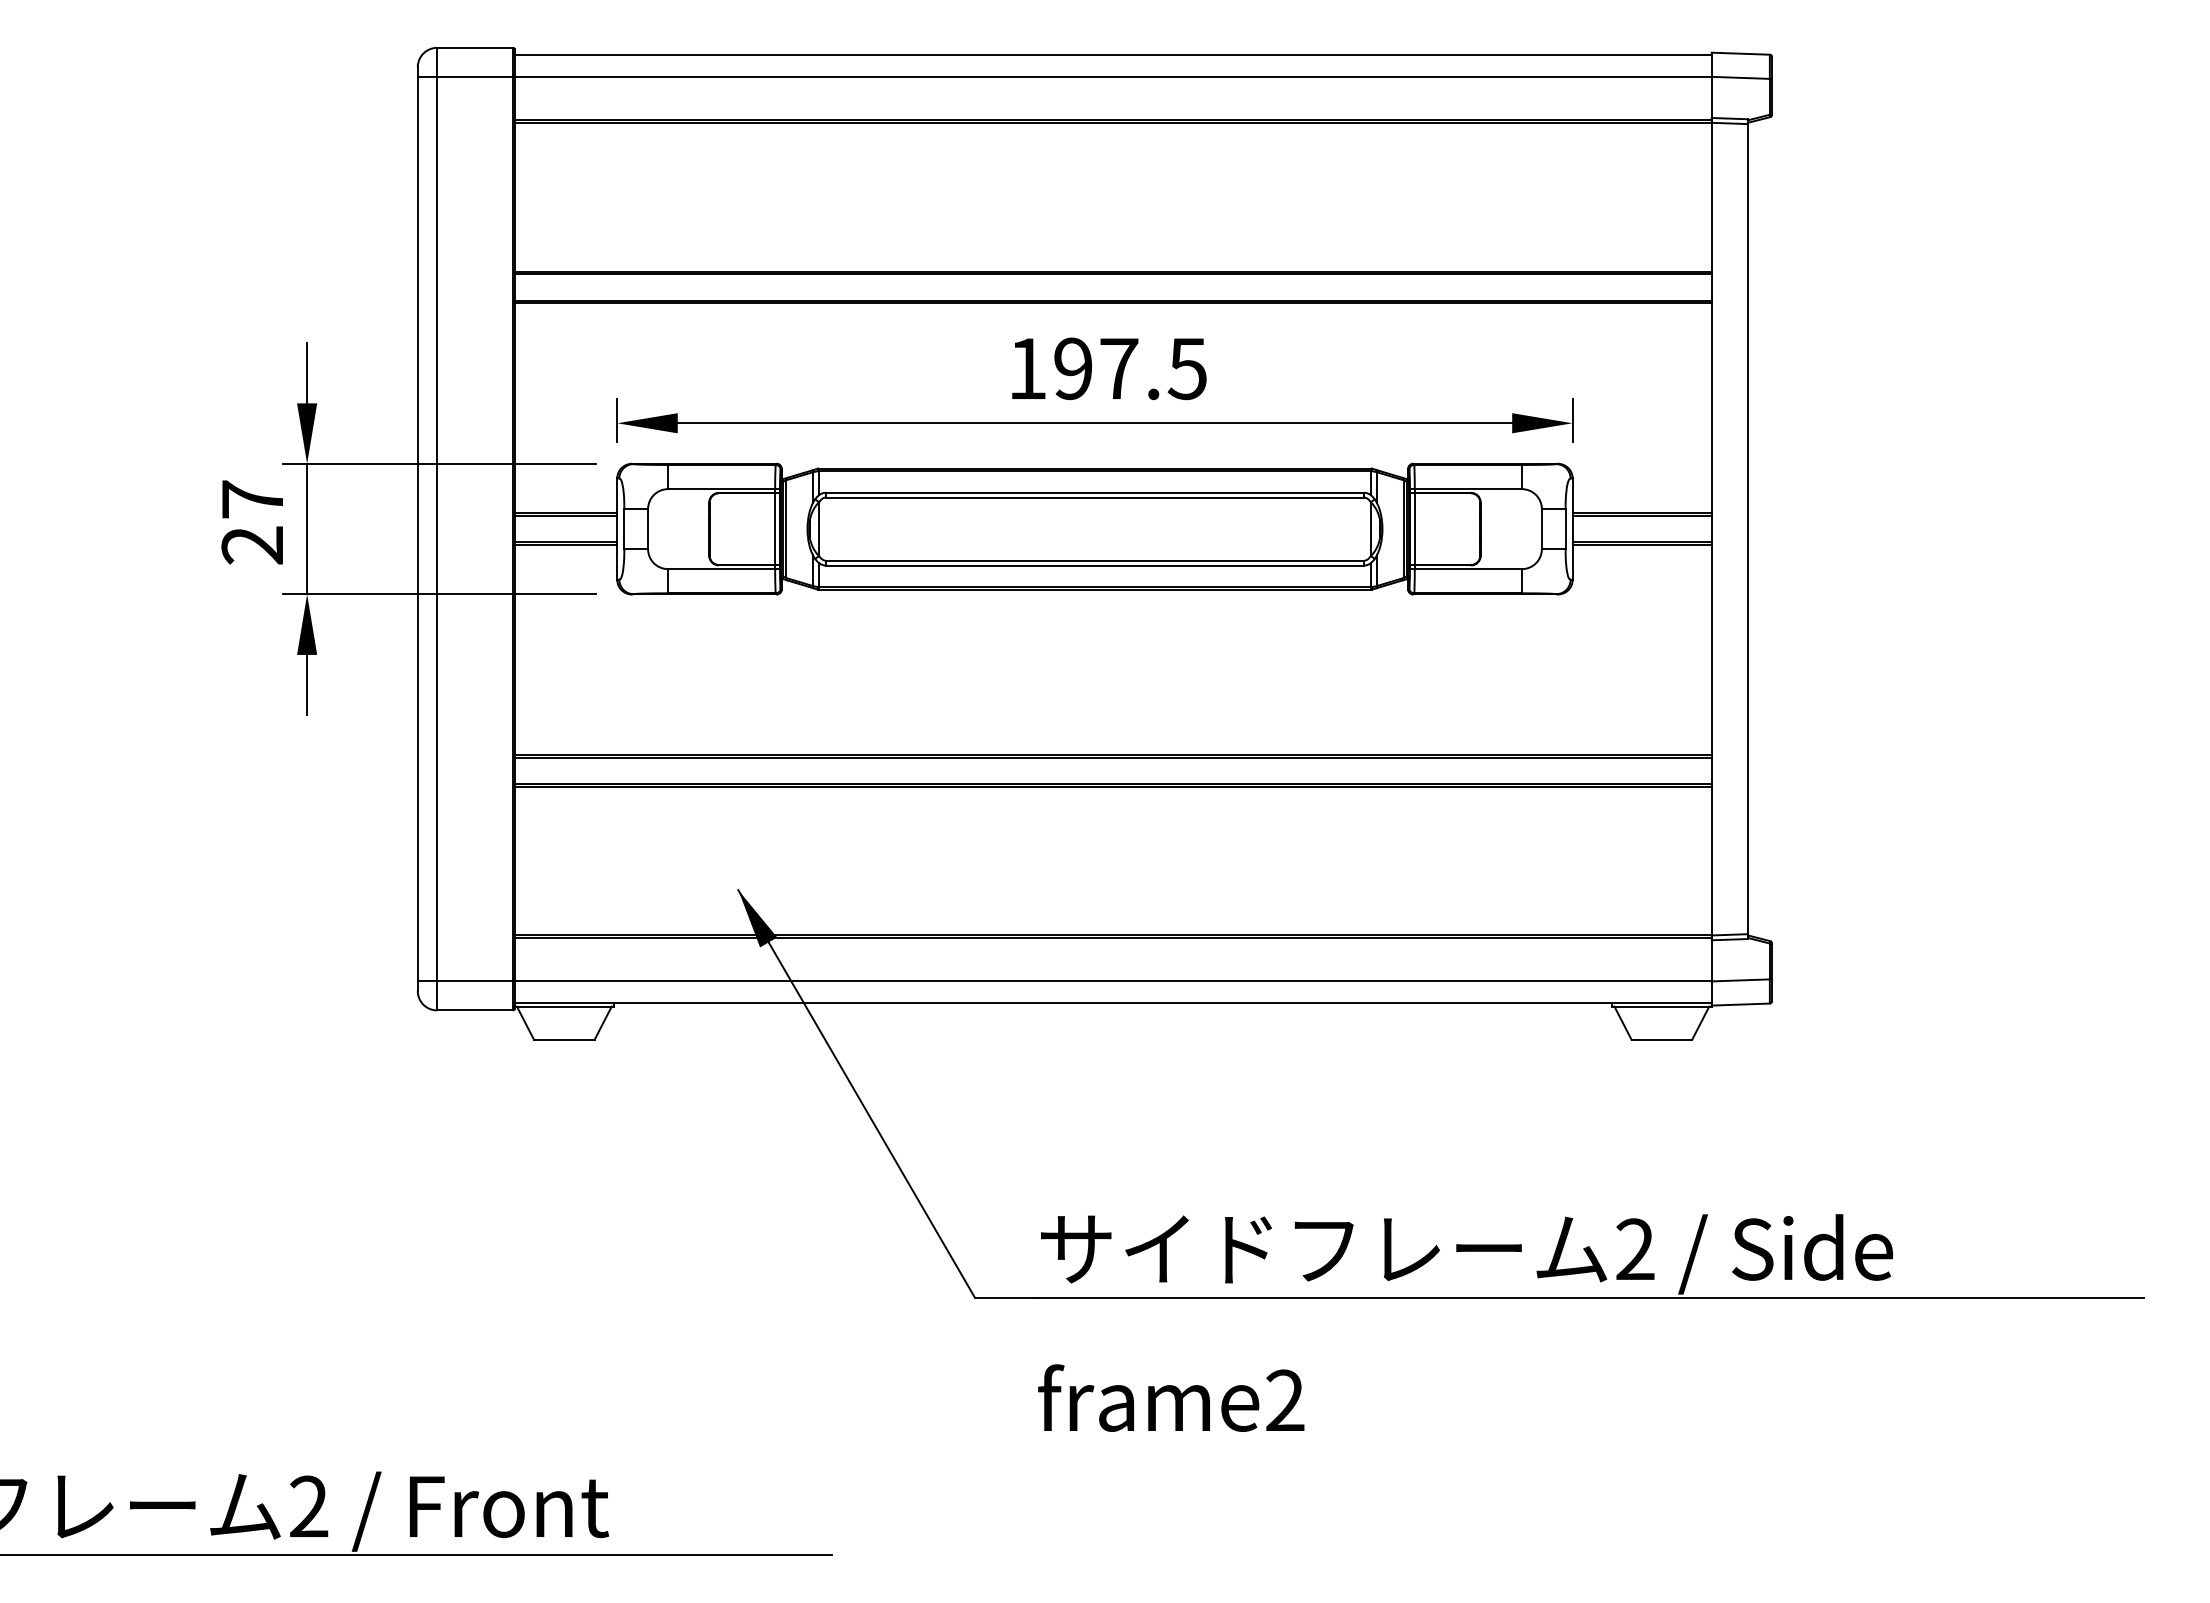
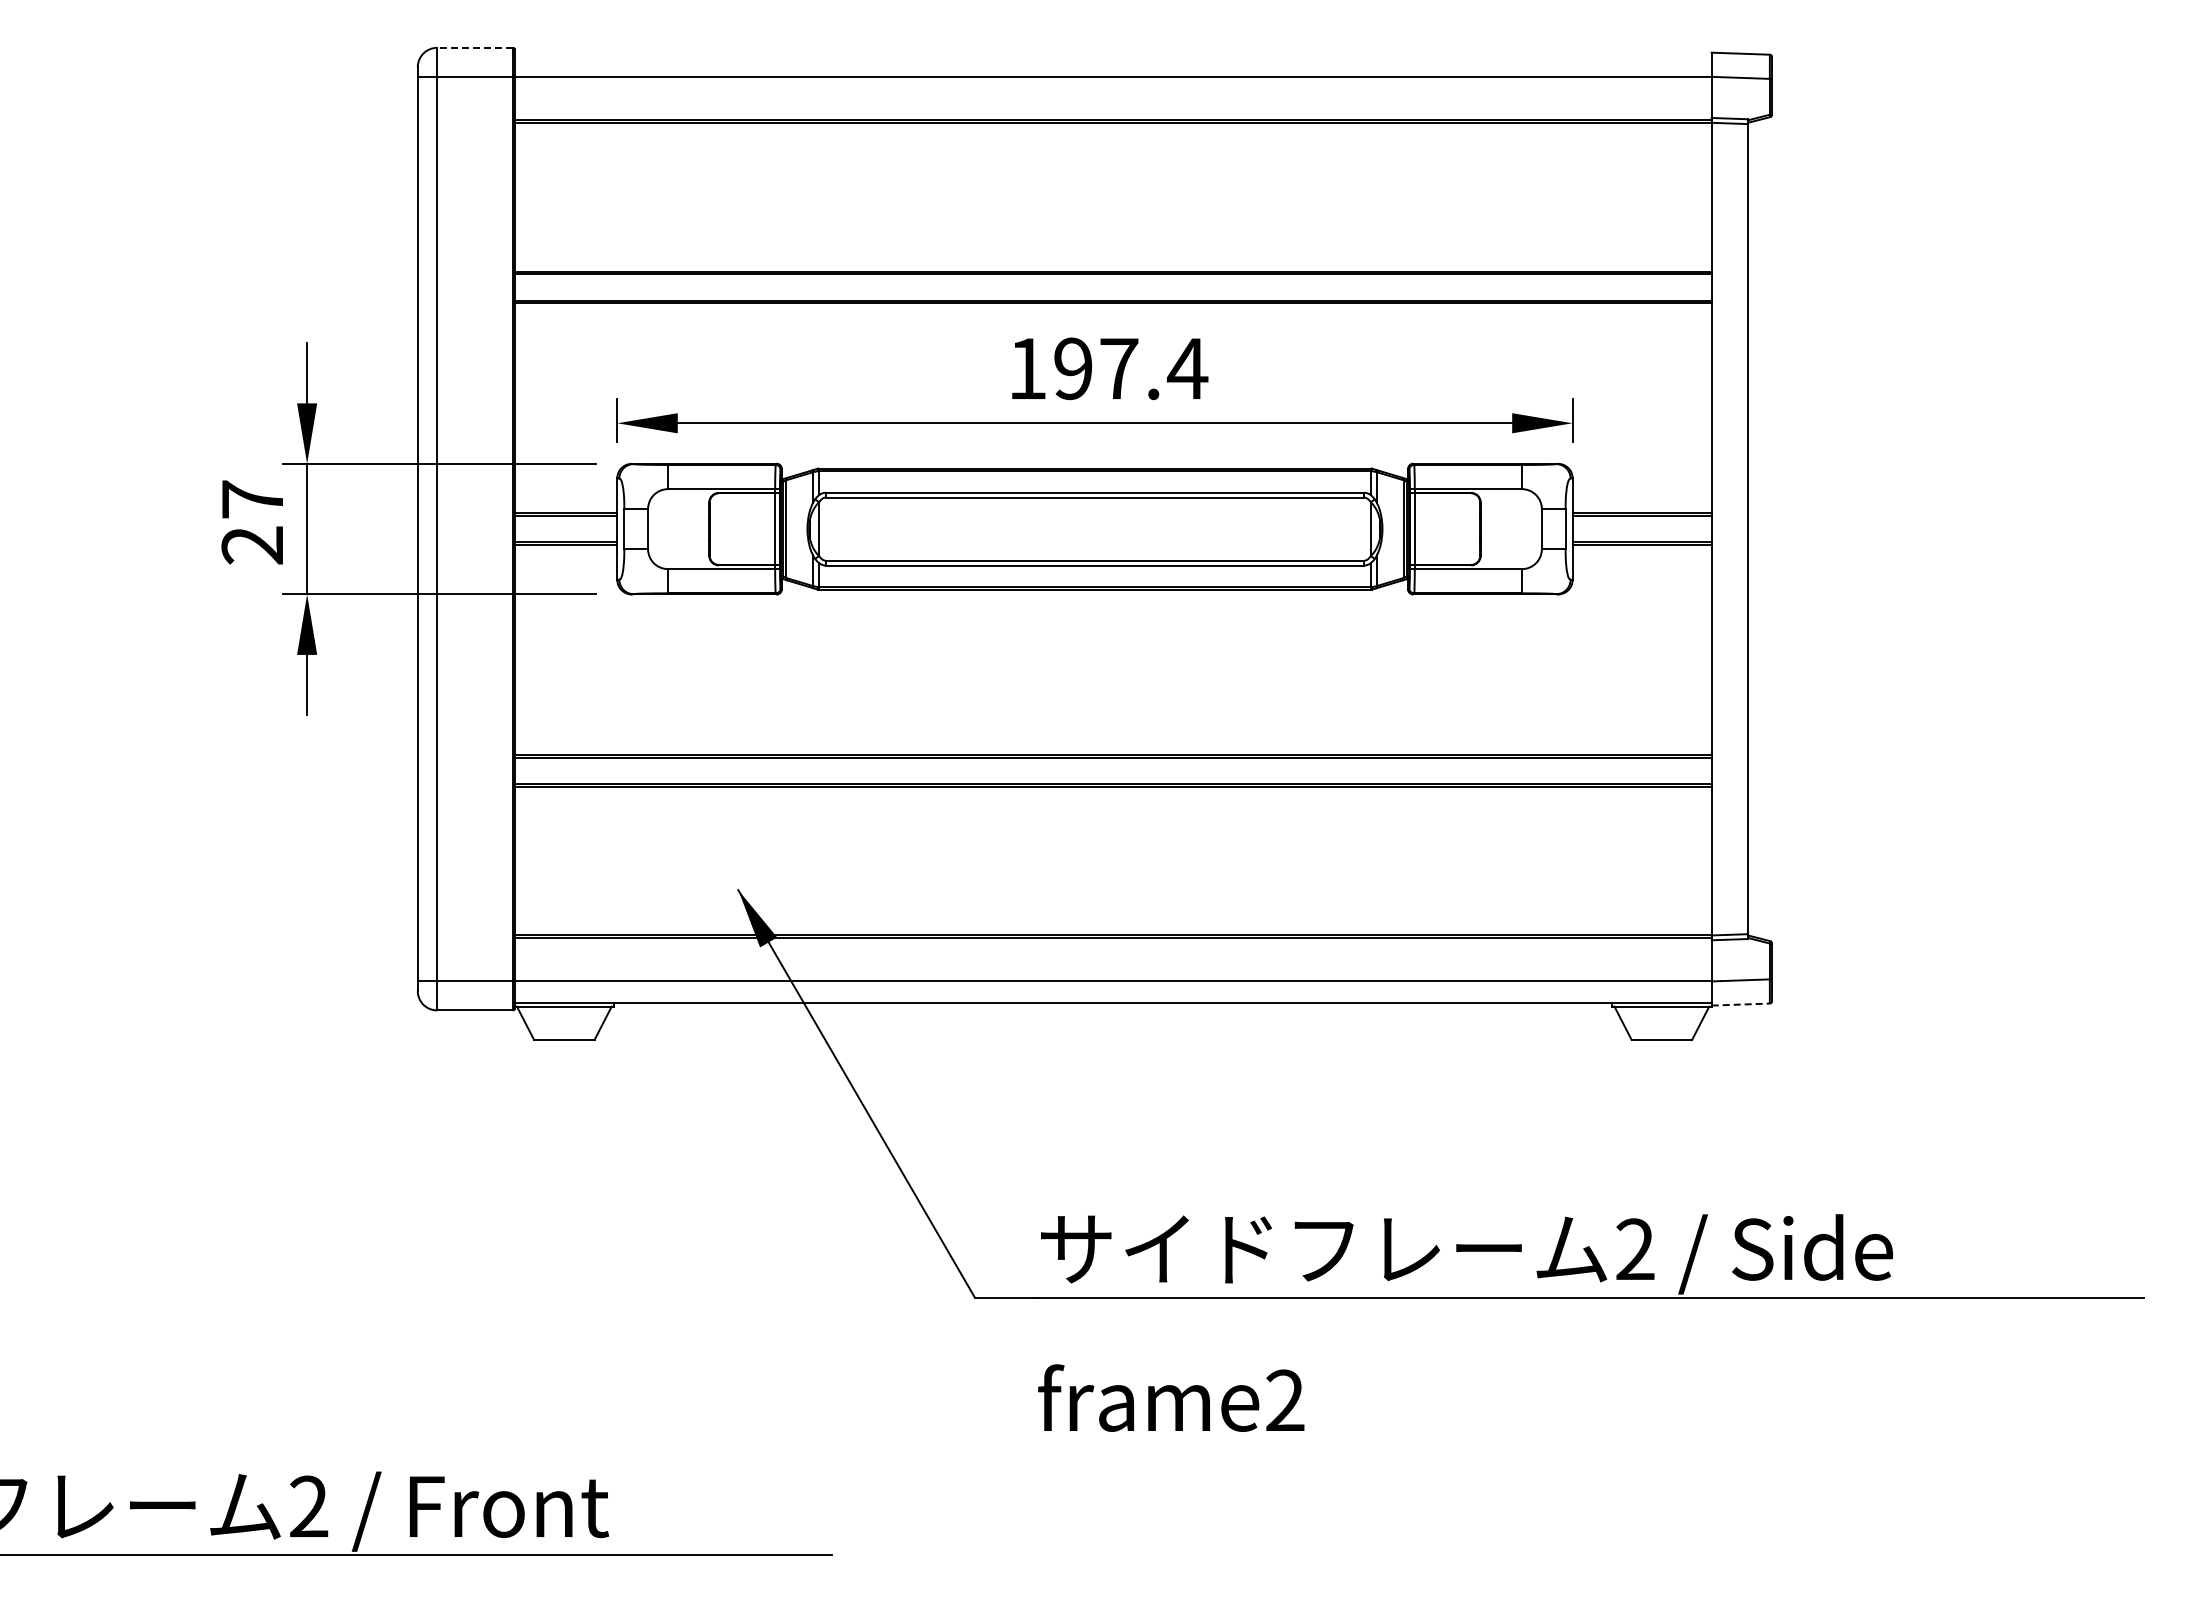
line at (474, 47): solid -> dashed
line at (1112, 55): present -> none
text at (1187, 369): 197.5 -> 197.4
line at (1741, 1004): solid -> dashed
